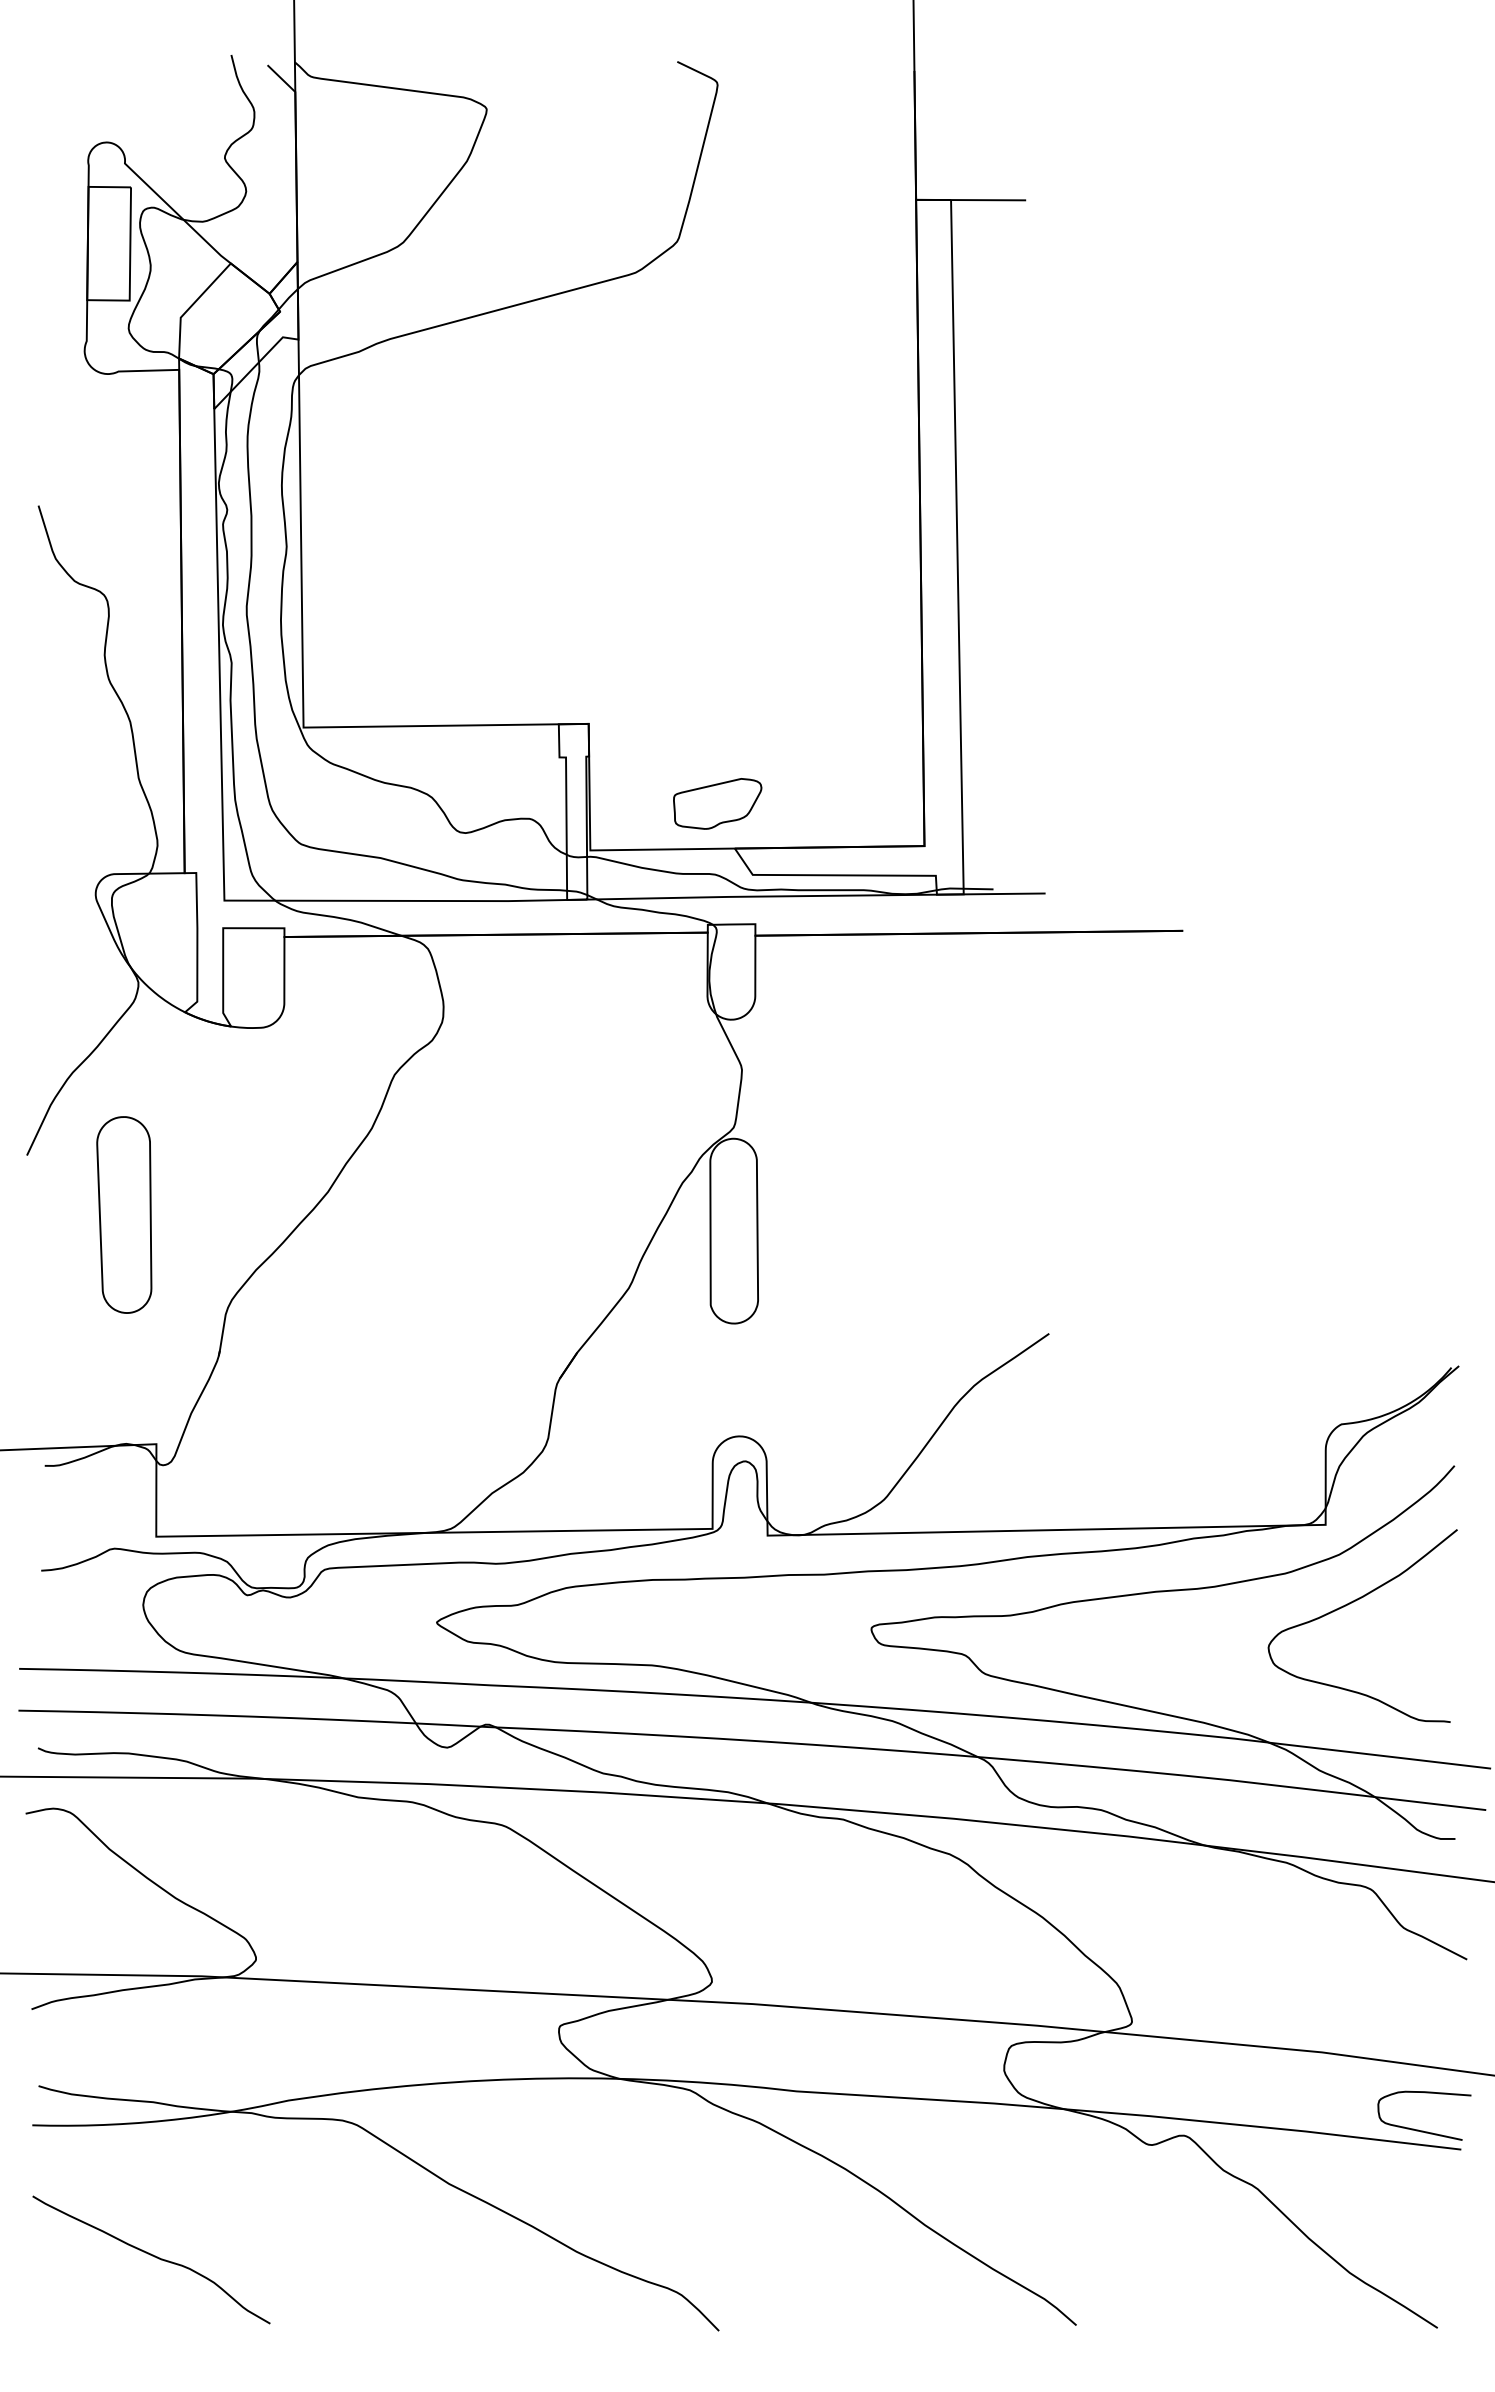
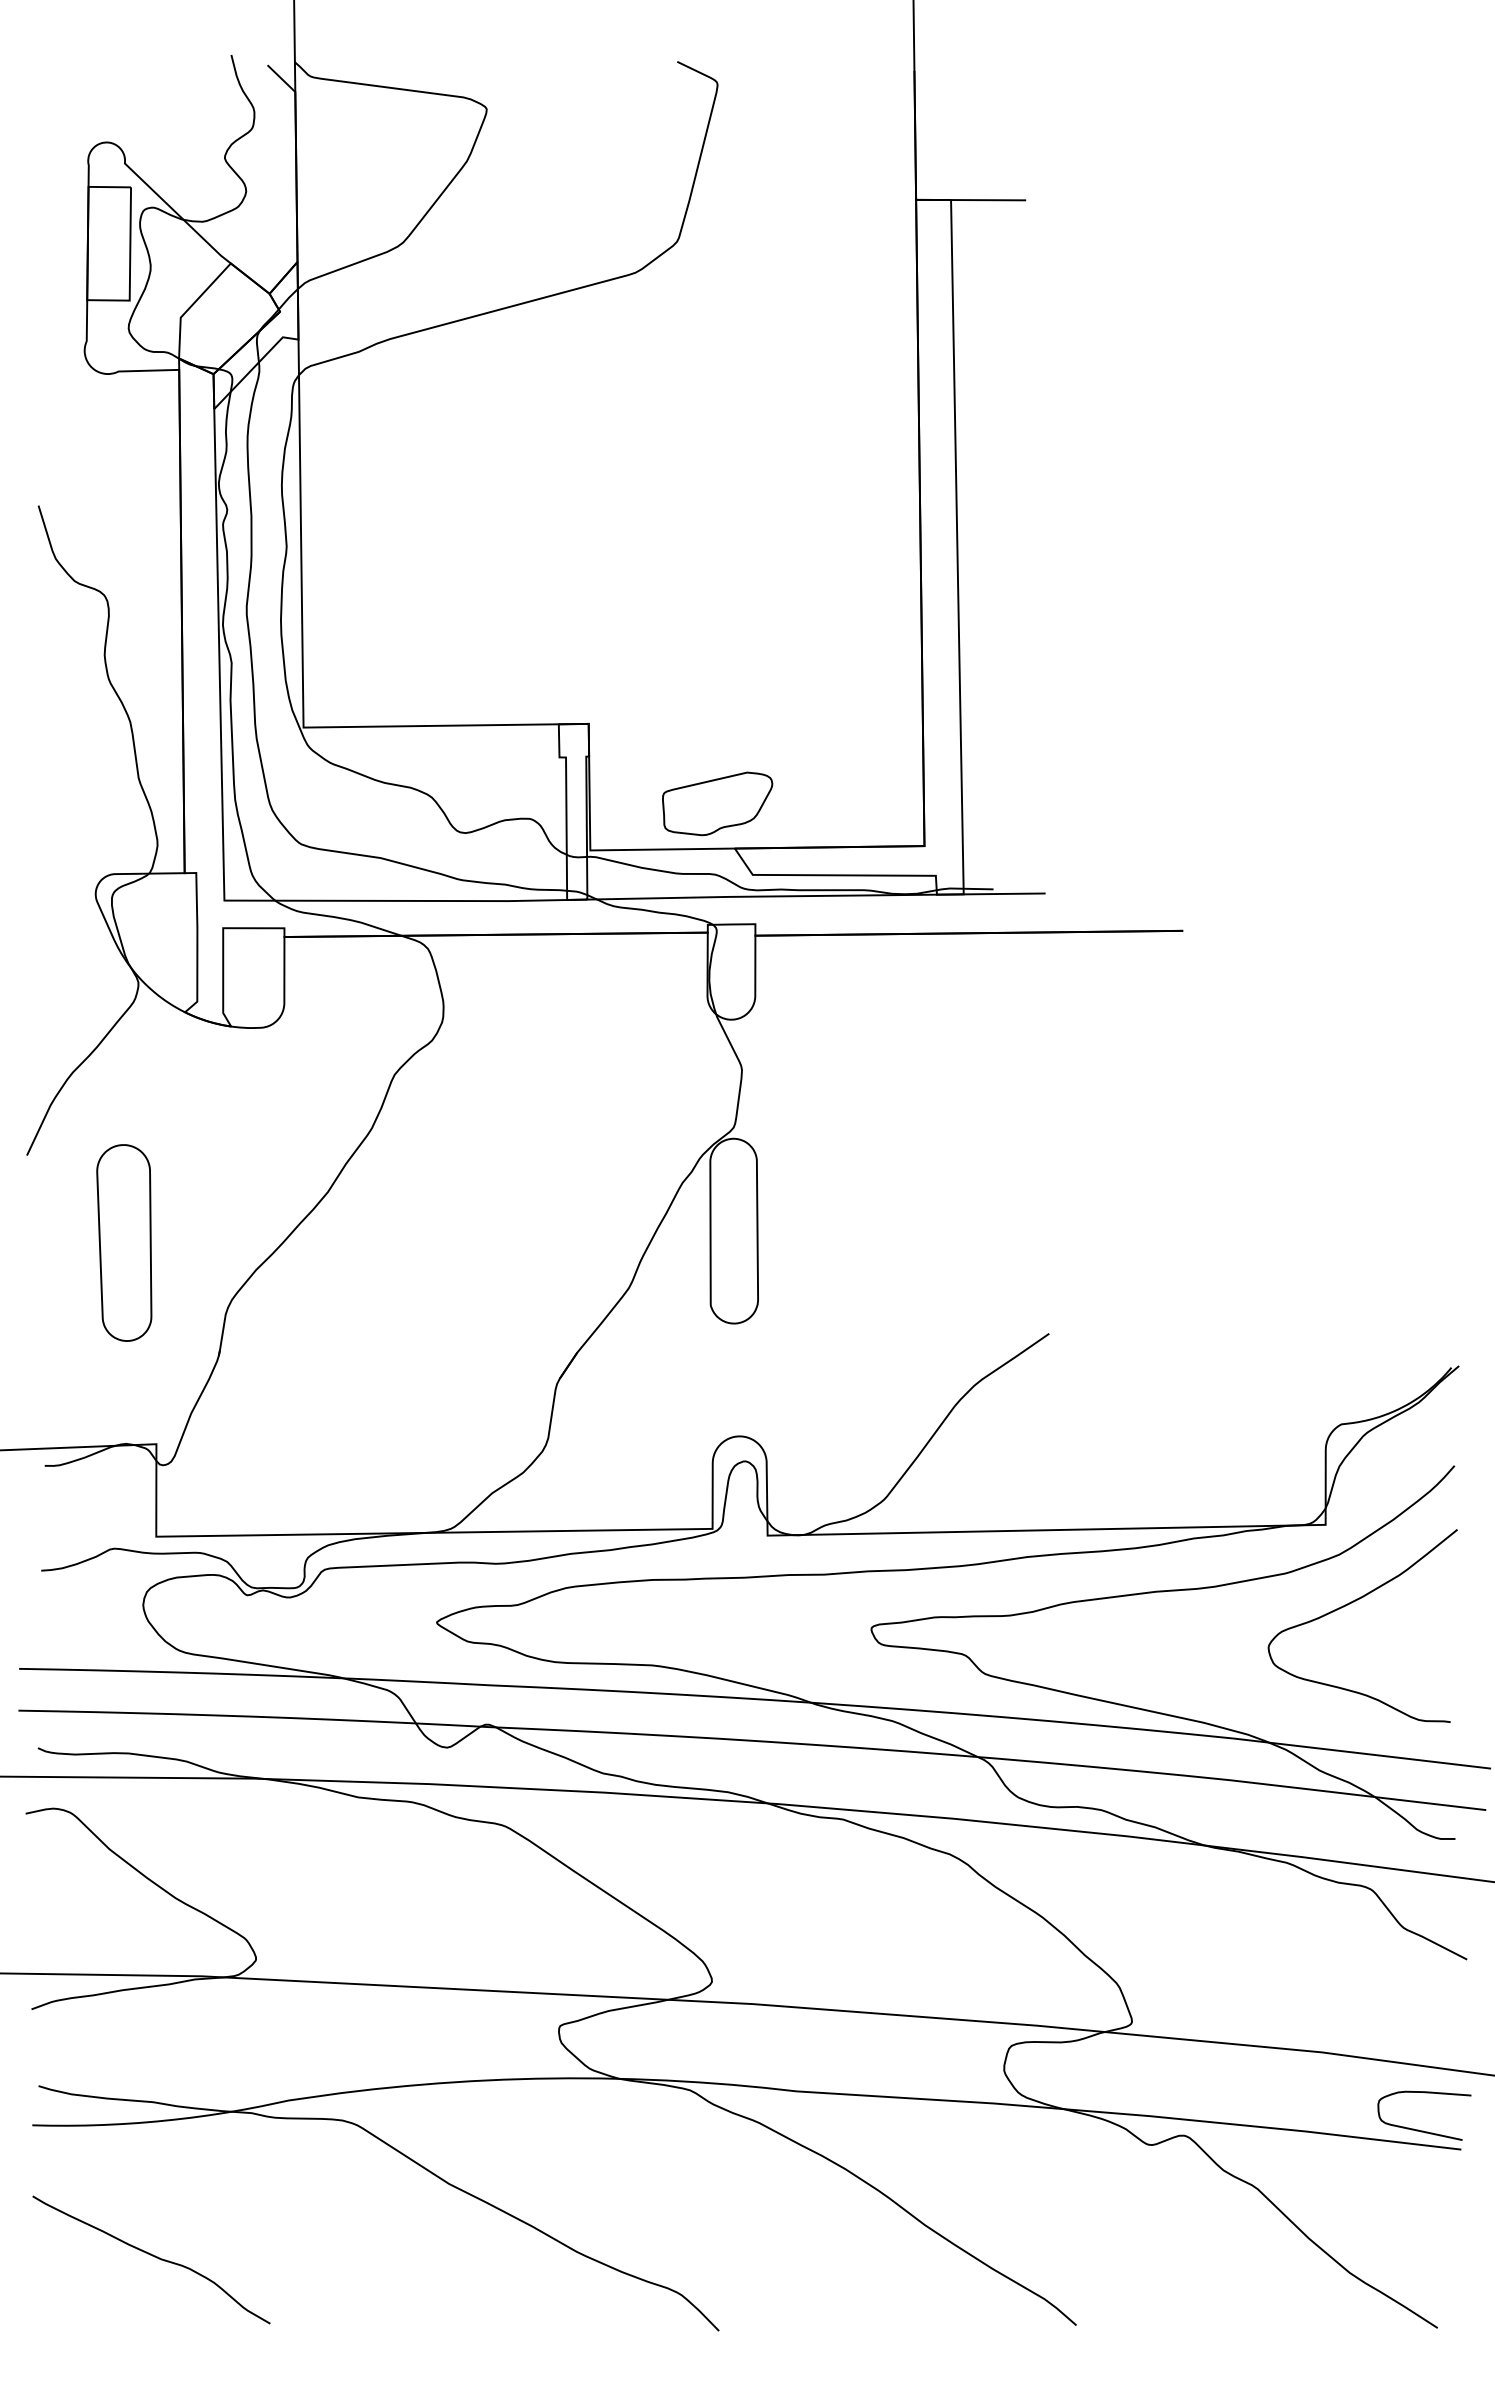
part at (717, 803) size: 90x52 px -> 112x66 px
part at (124, 1214) position: (124, 1214) -> (124, 1242)
